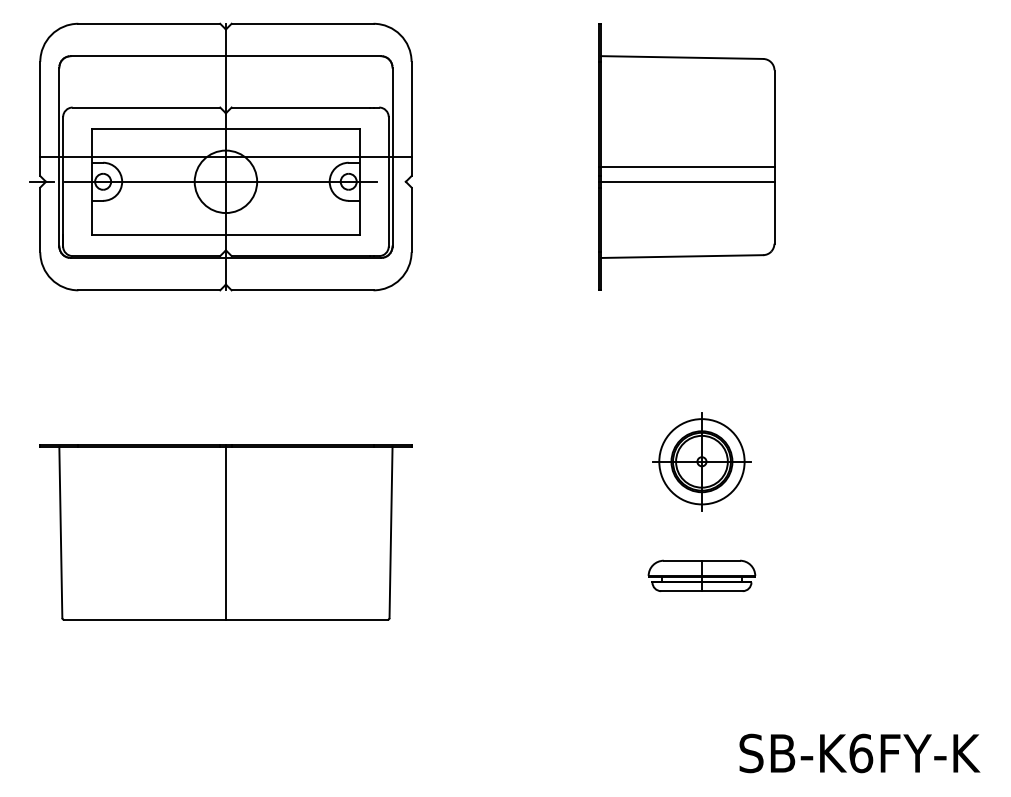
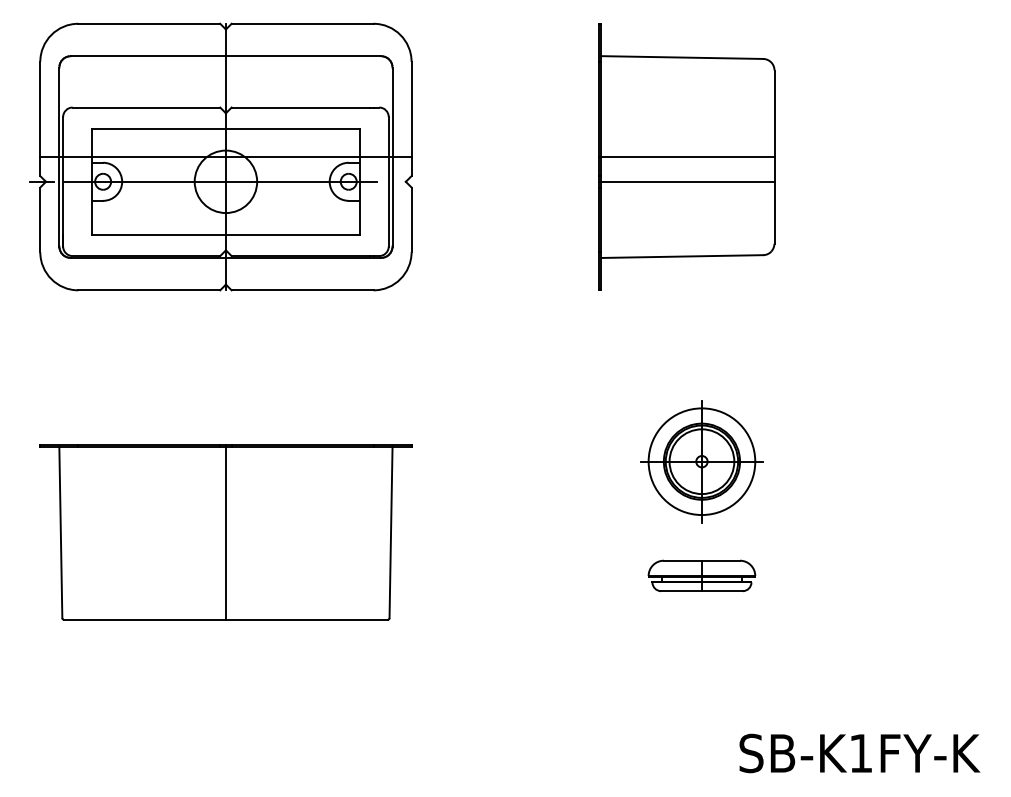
line at (686, 167) position: (686, 167) -> (686, 157)
part at (701, 461) size: 100x100 px -> 124x124 px
text at (861, 753): SB-K6FY-K -> SB-K1FY-K
